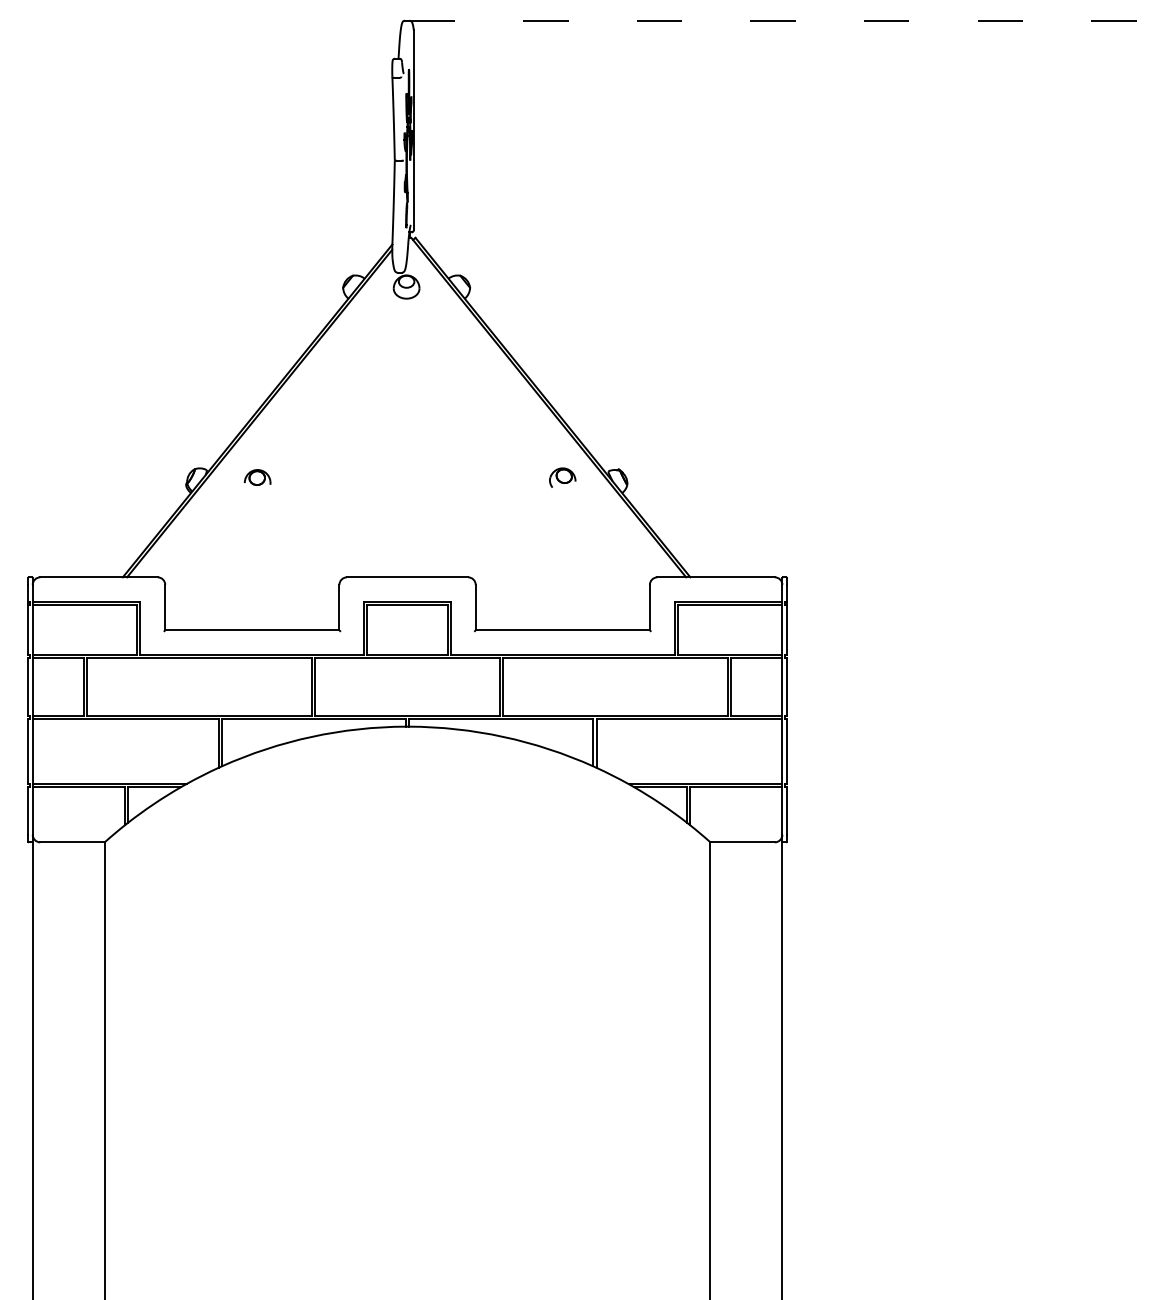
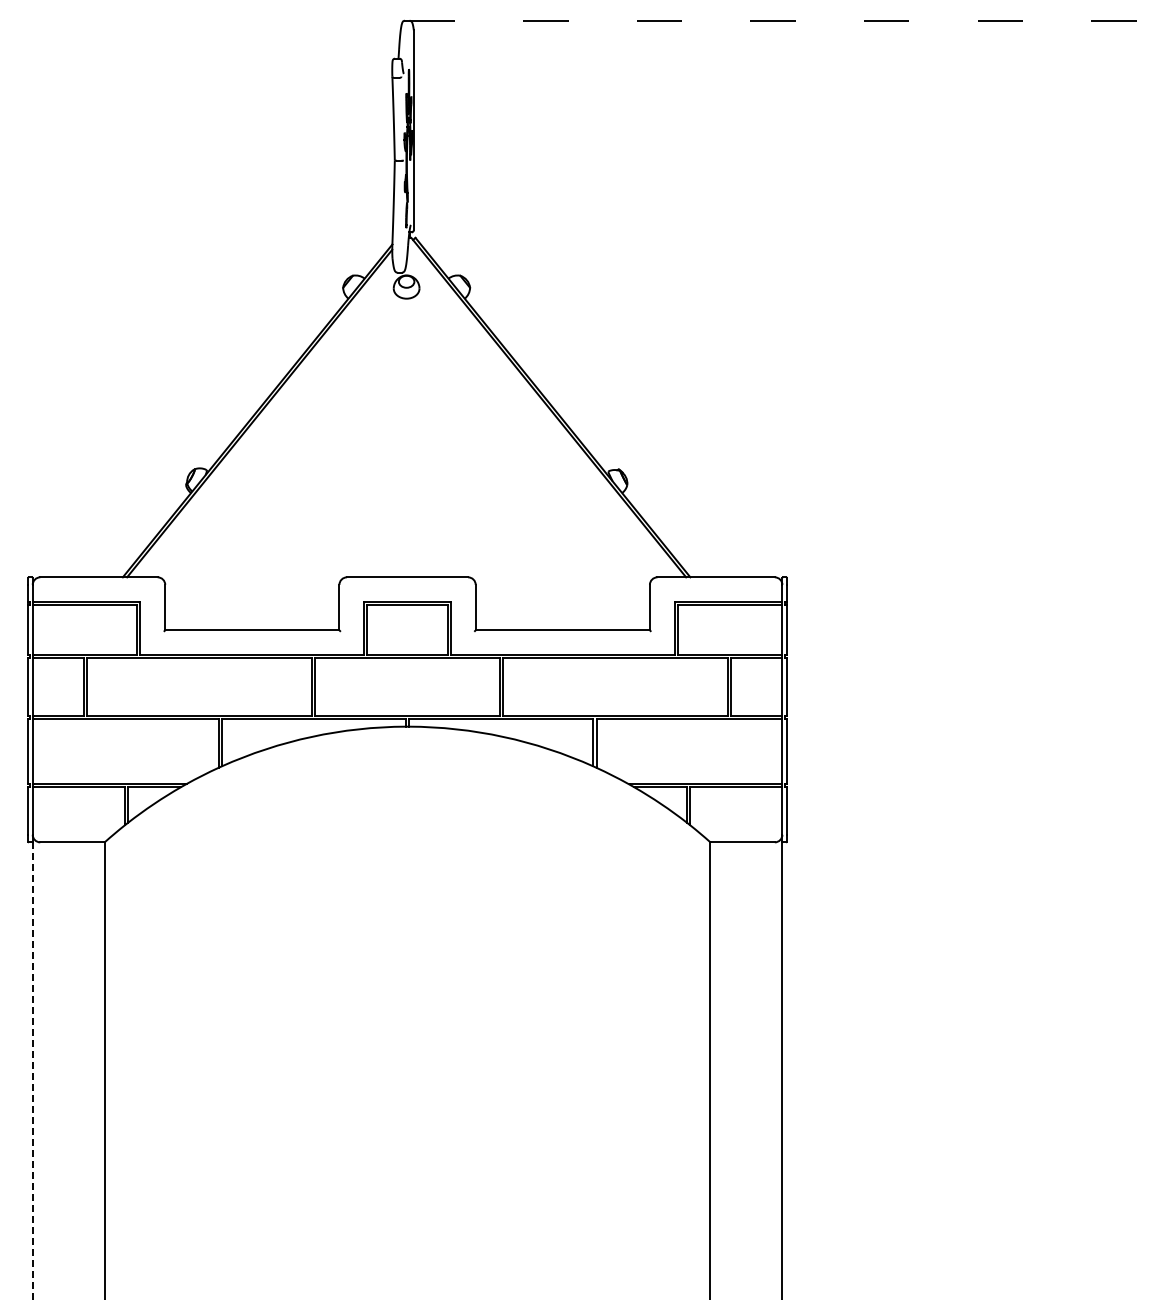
part at (257, 477): present -> none
part at (562, 477): present -> none
line at (32, 1070): solid -> dashed
